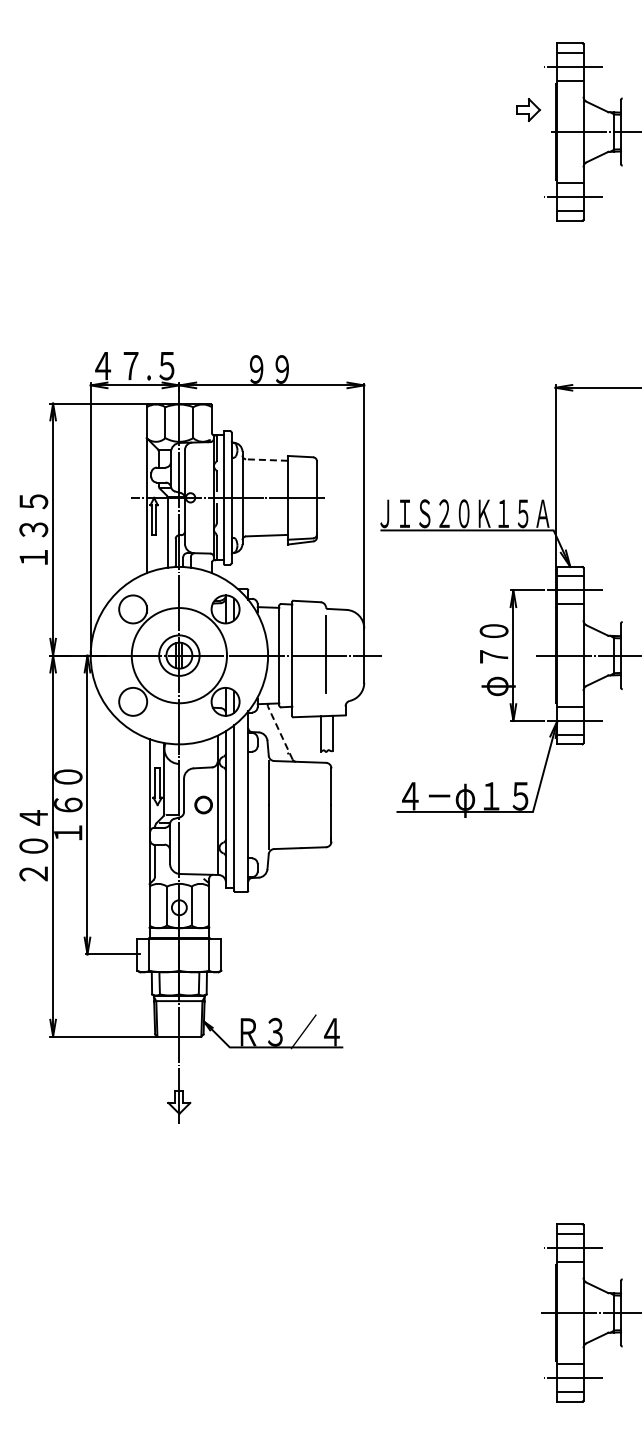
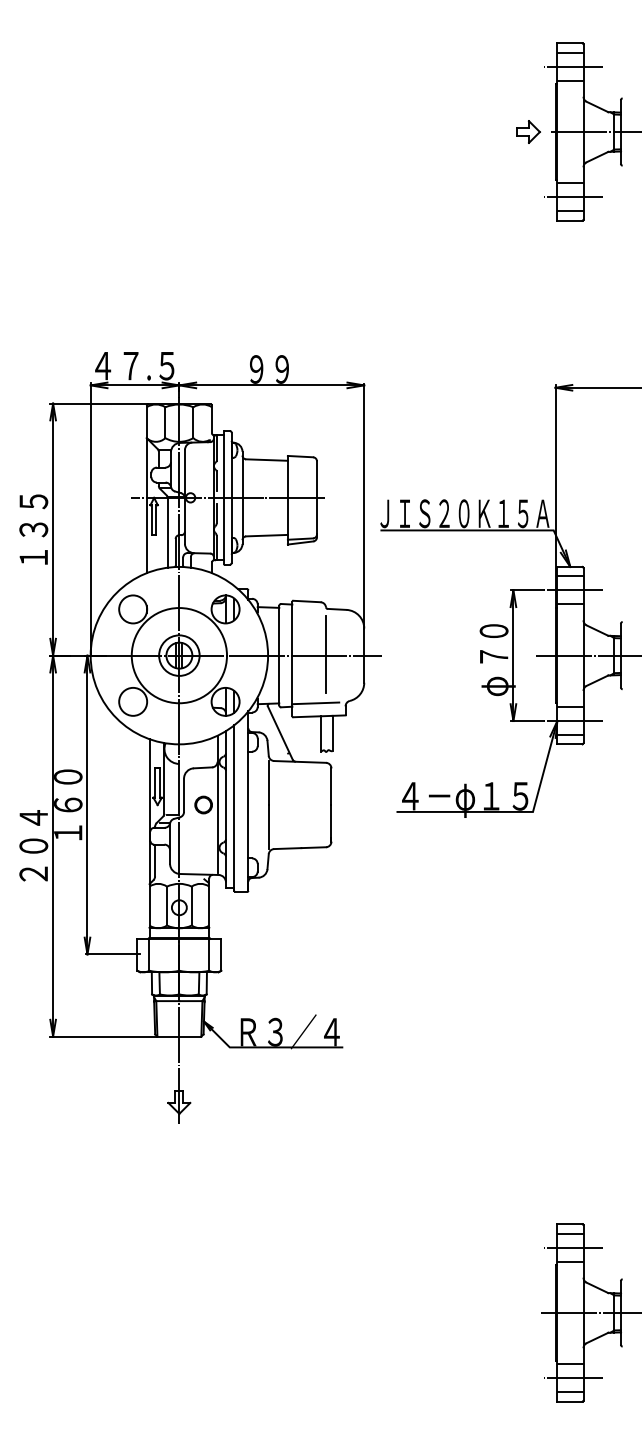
part at (528, 109) position: (528, 109) -> (528, 131)
line at (266, 460): dashed -> solid
line at (315, 703): none -> present
line at (280, 732): dashed -> solid
